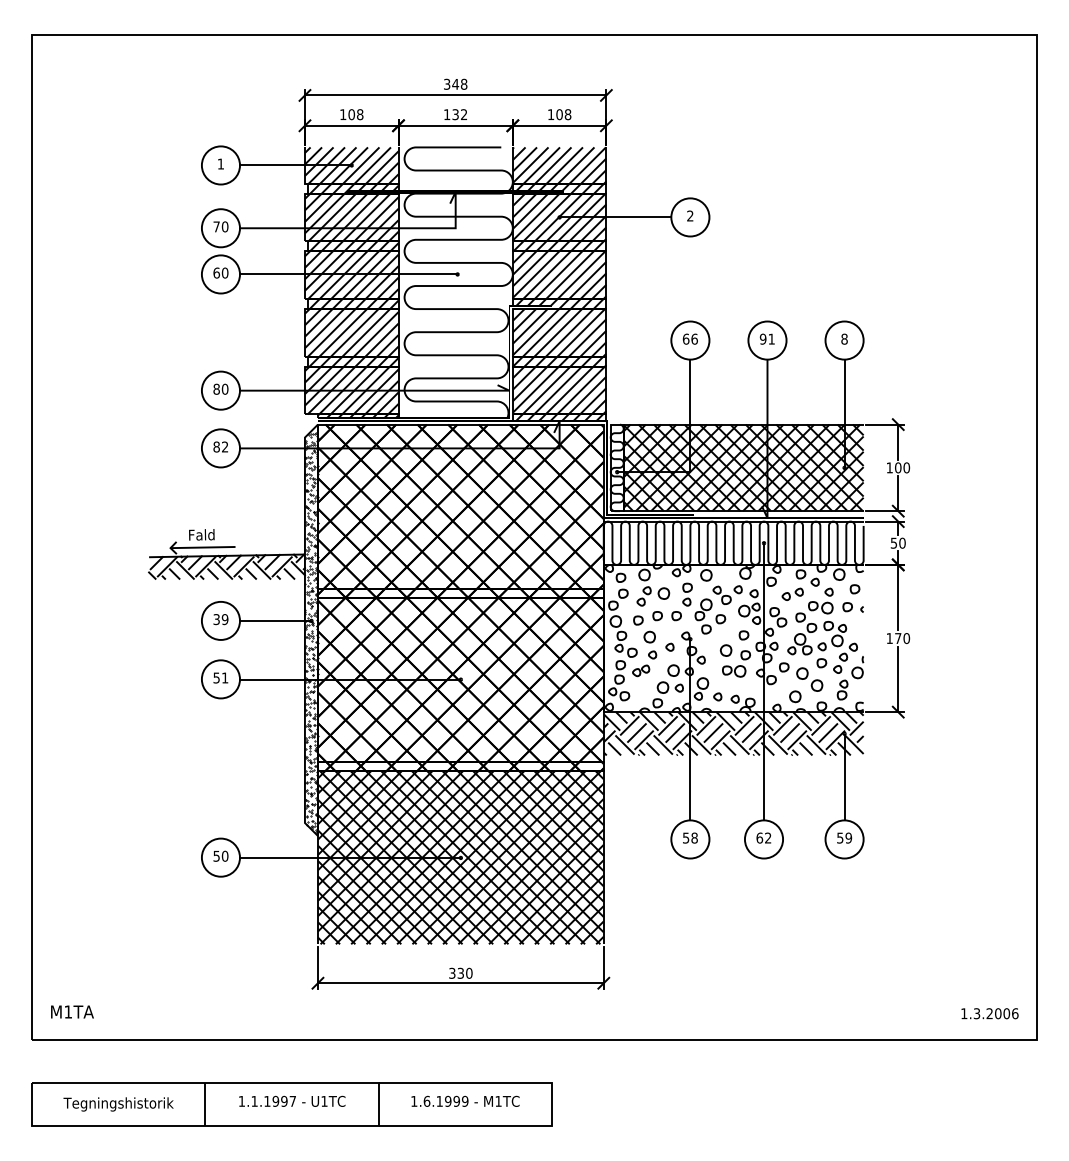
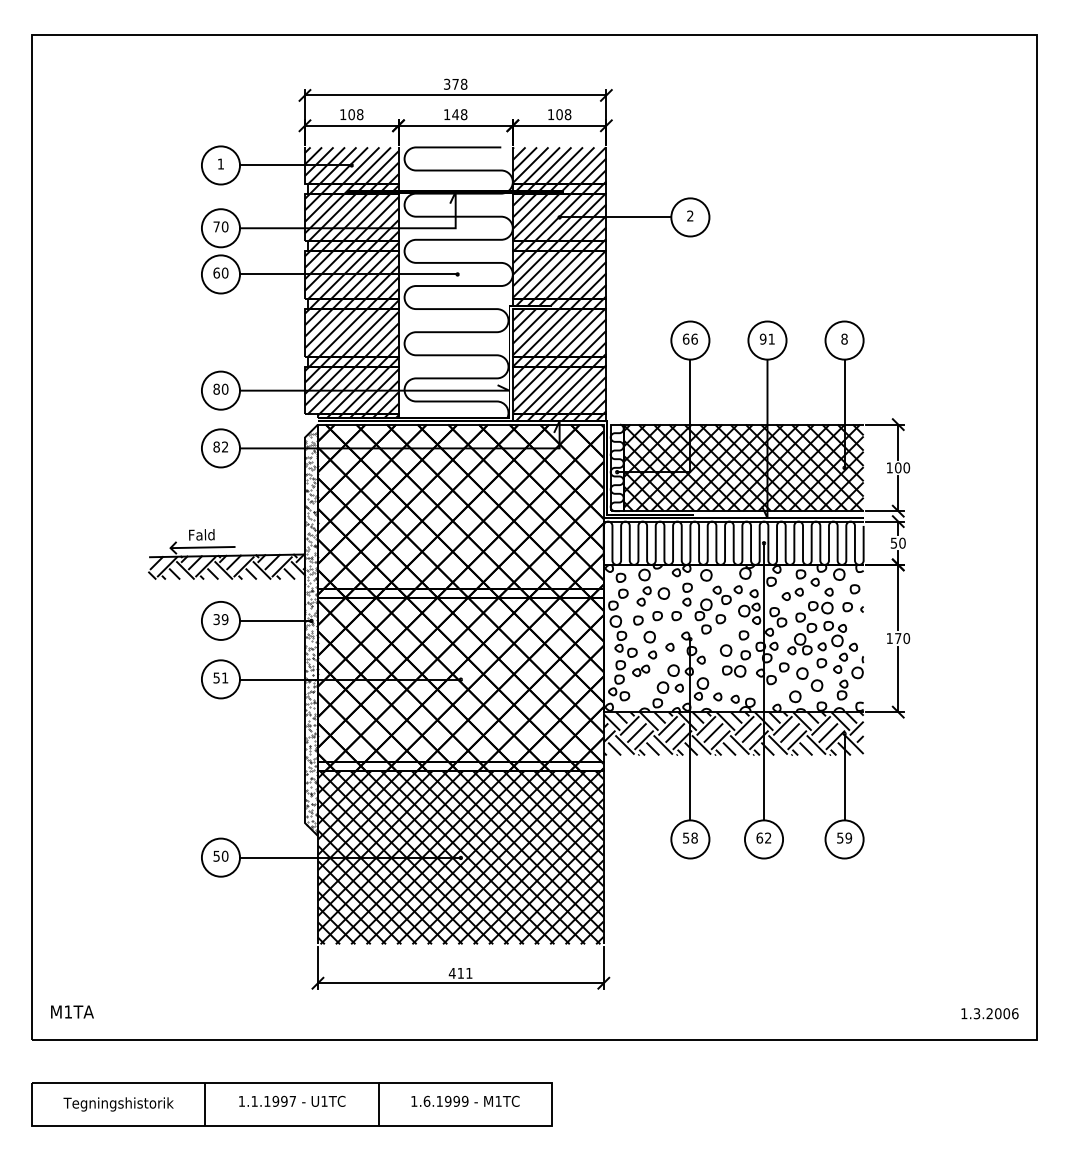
text at (455, 84): 348 -> 378
text at (459, 114): 132 -> 148
hatch at (311, 632): present -> none
text at (460, 972): 330 -> 411
